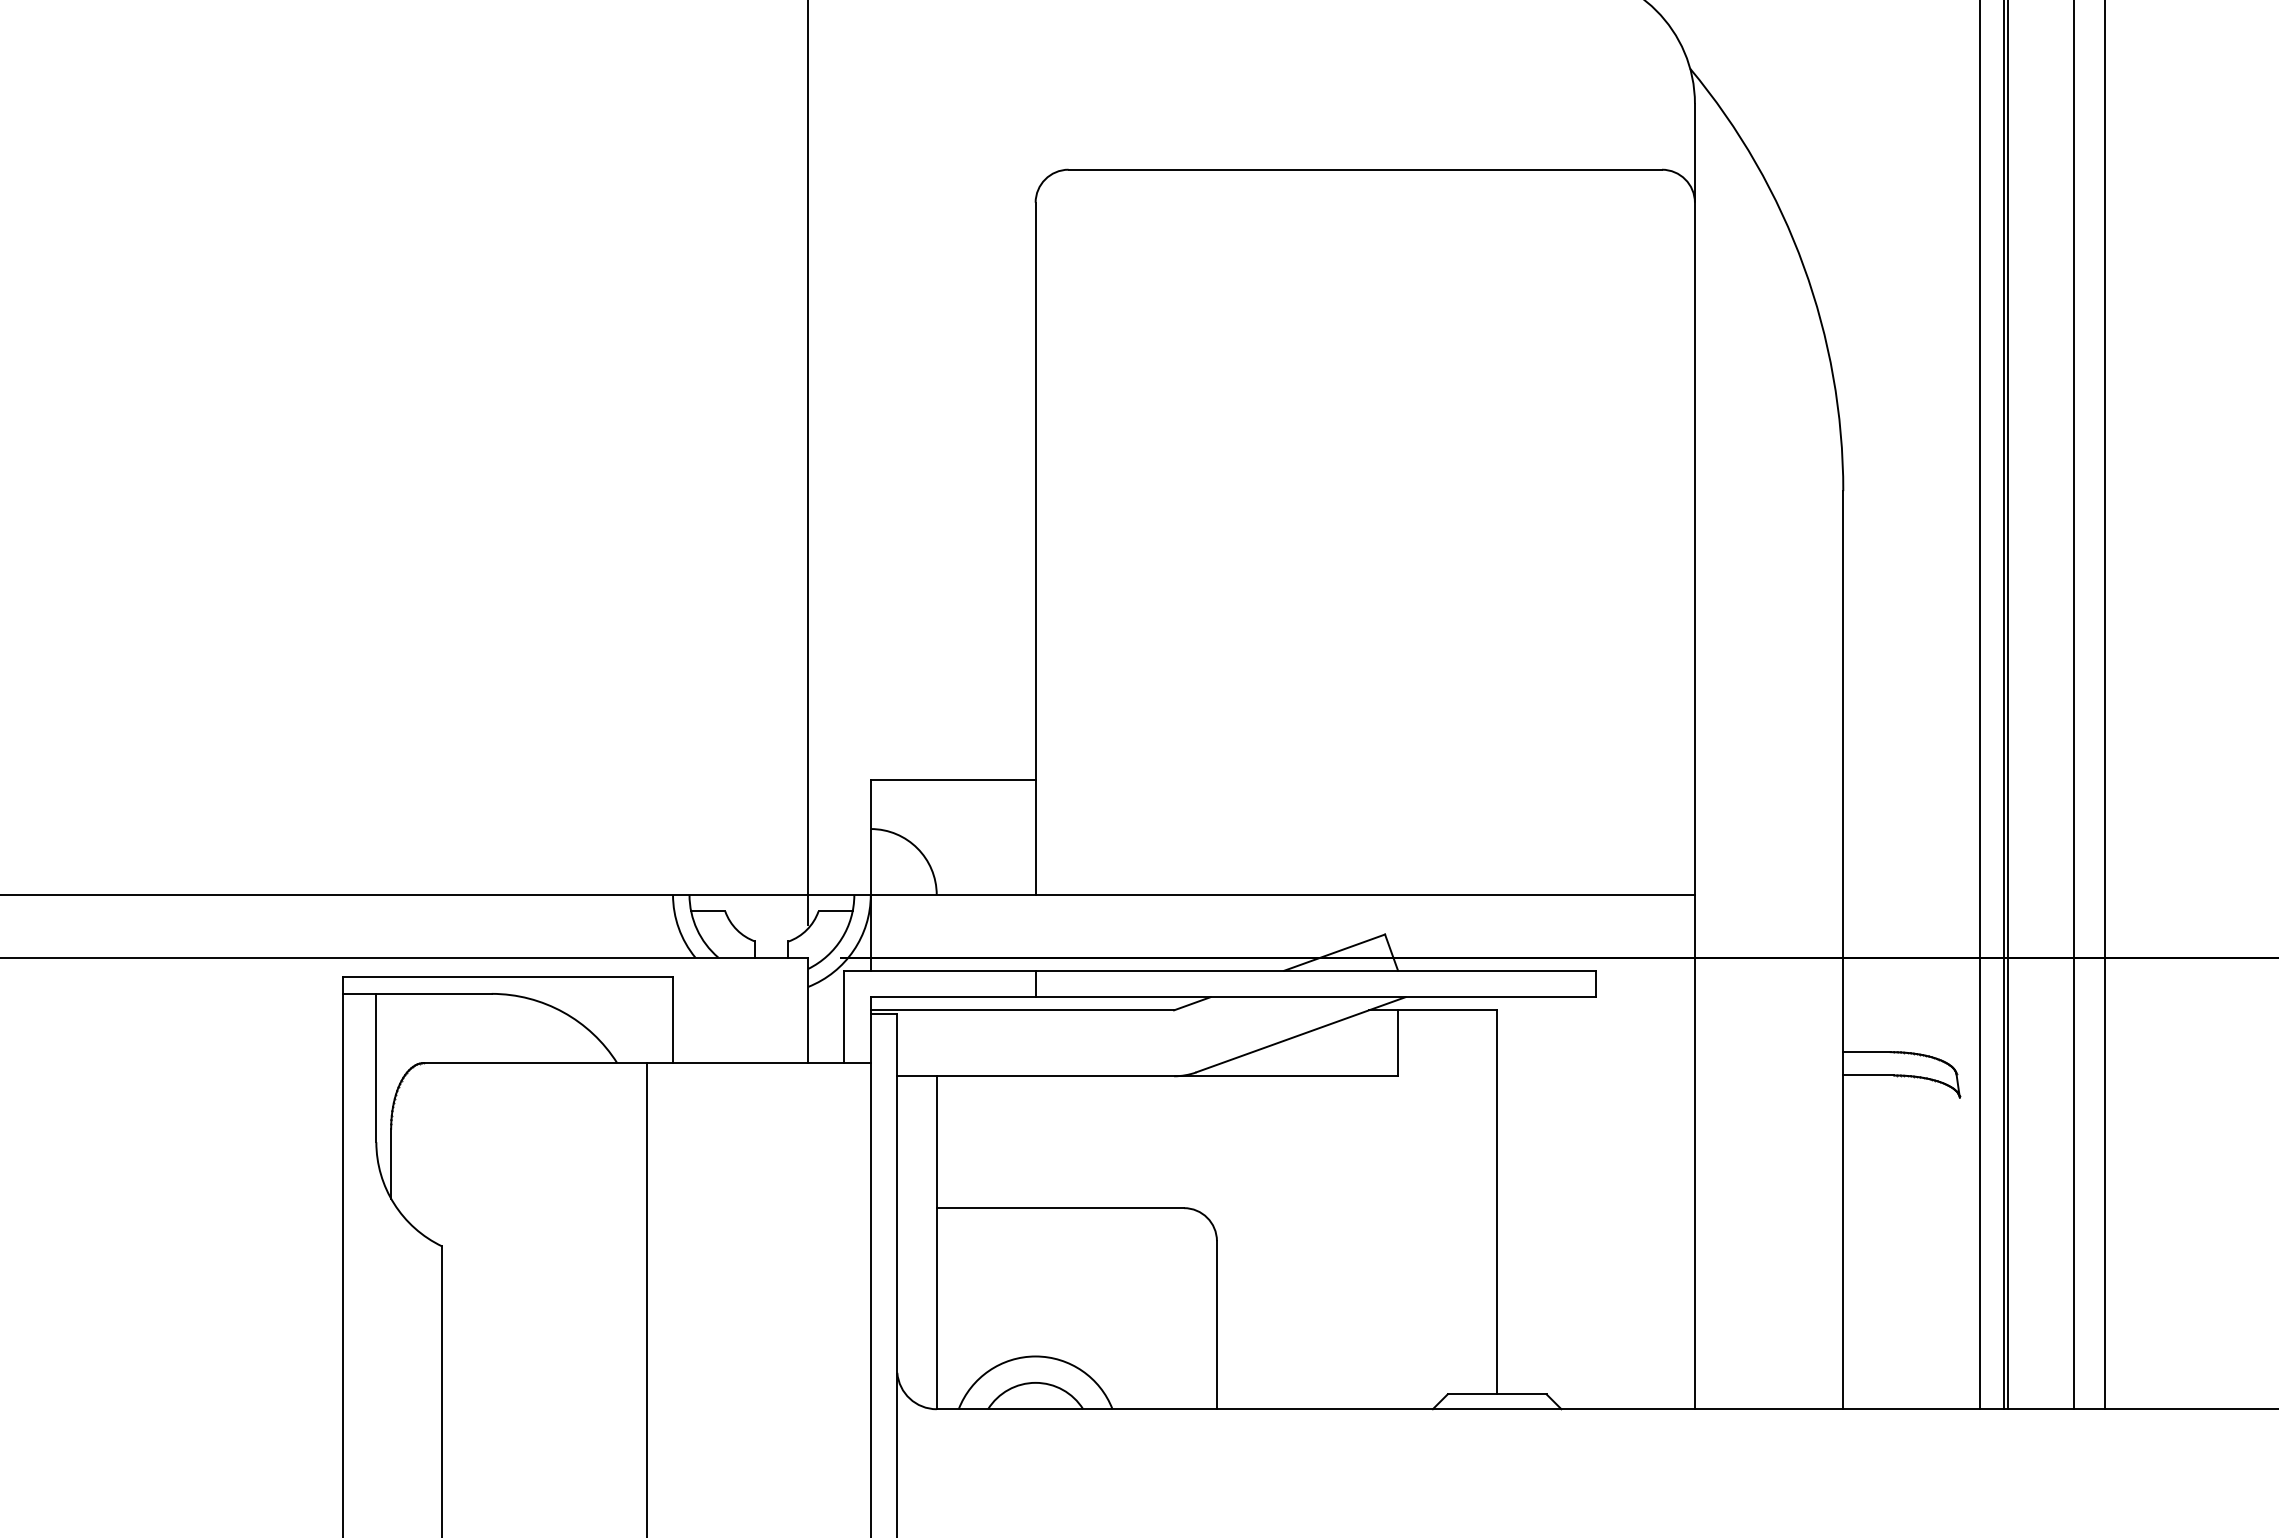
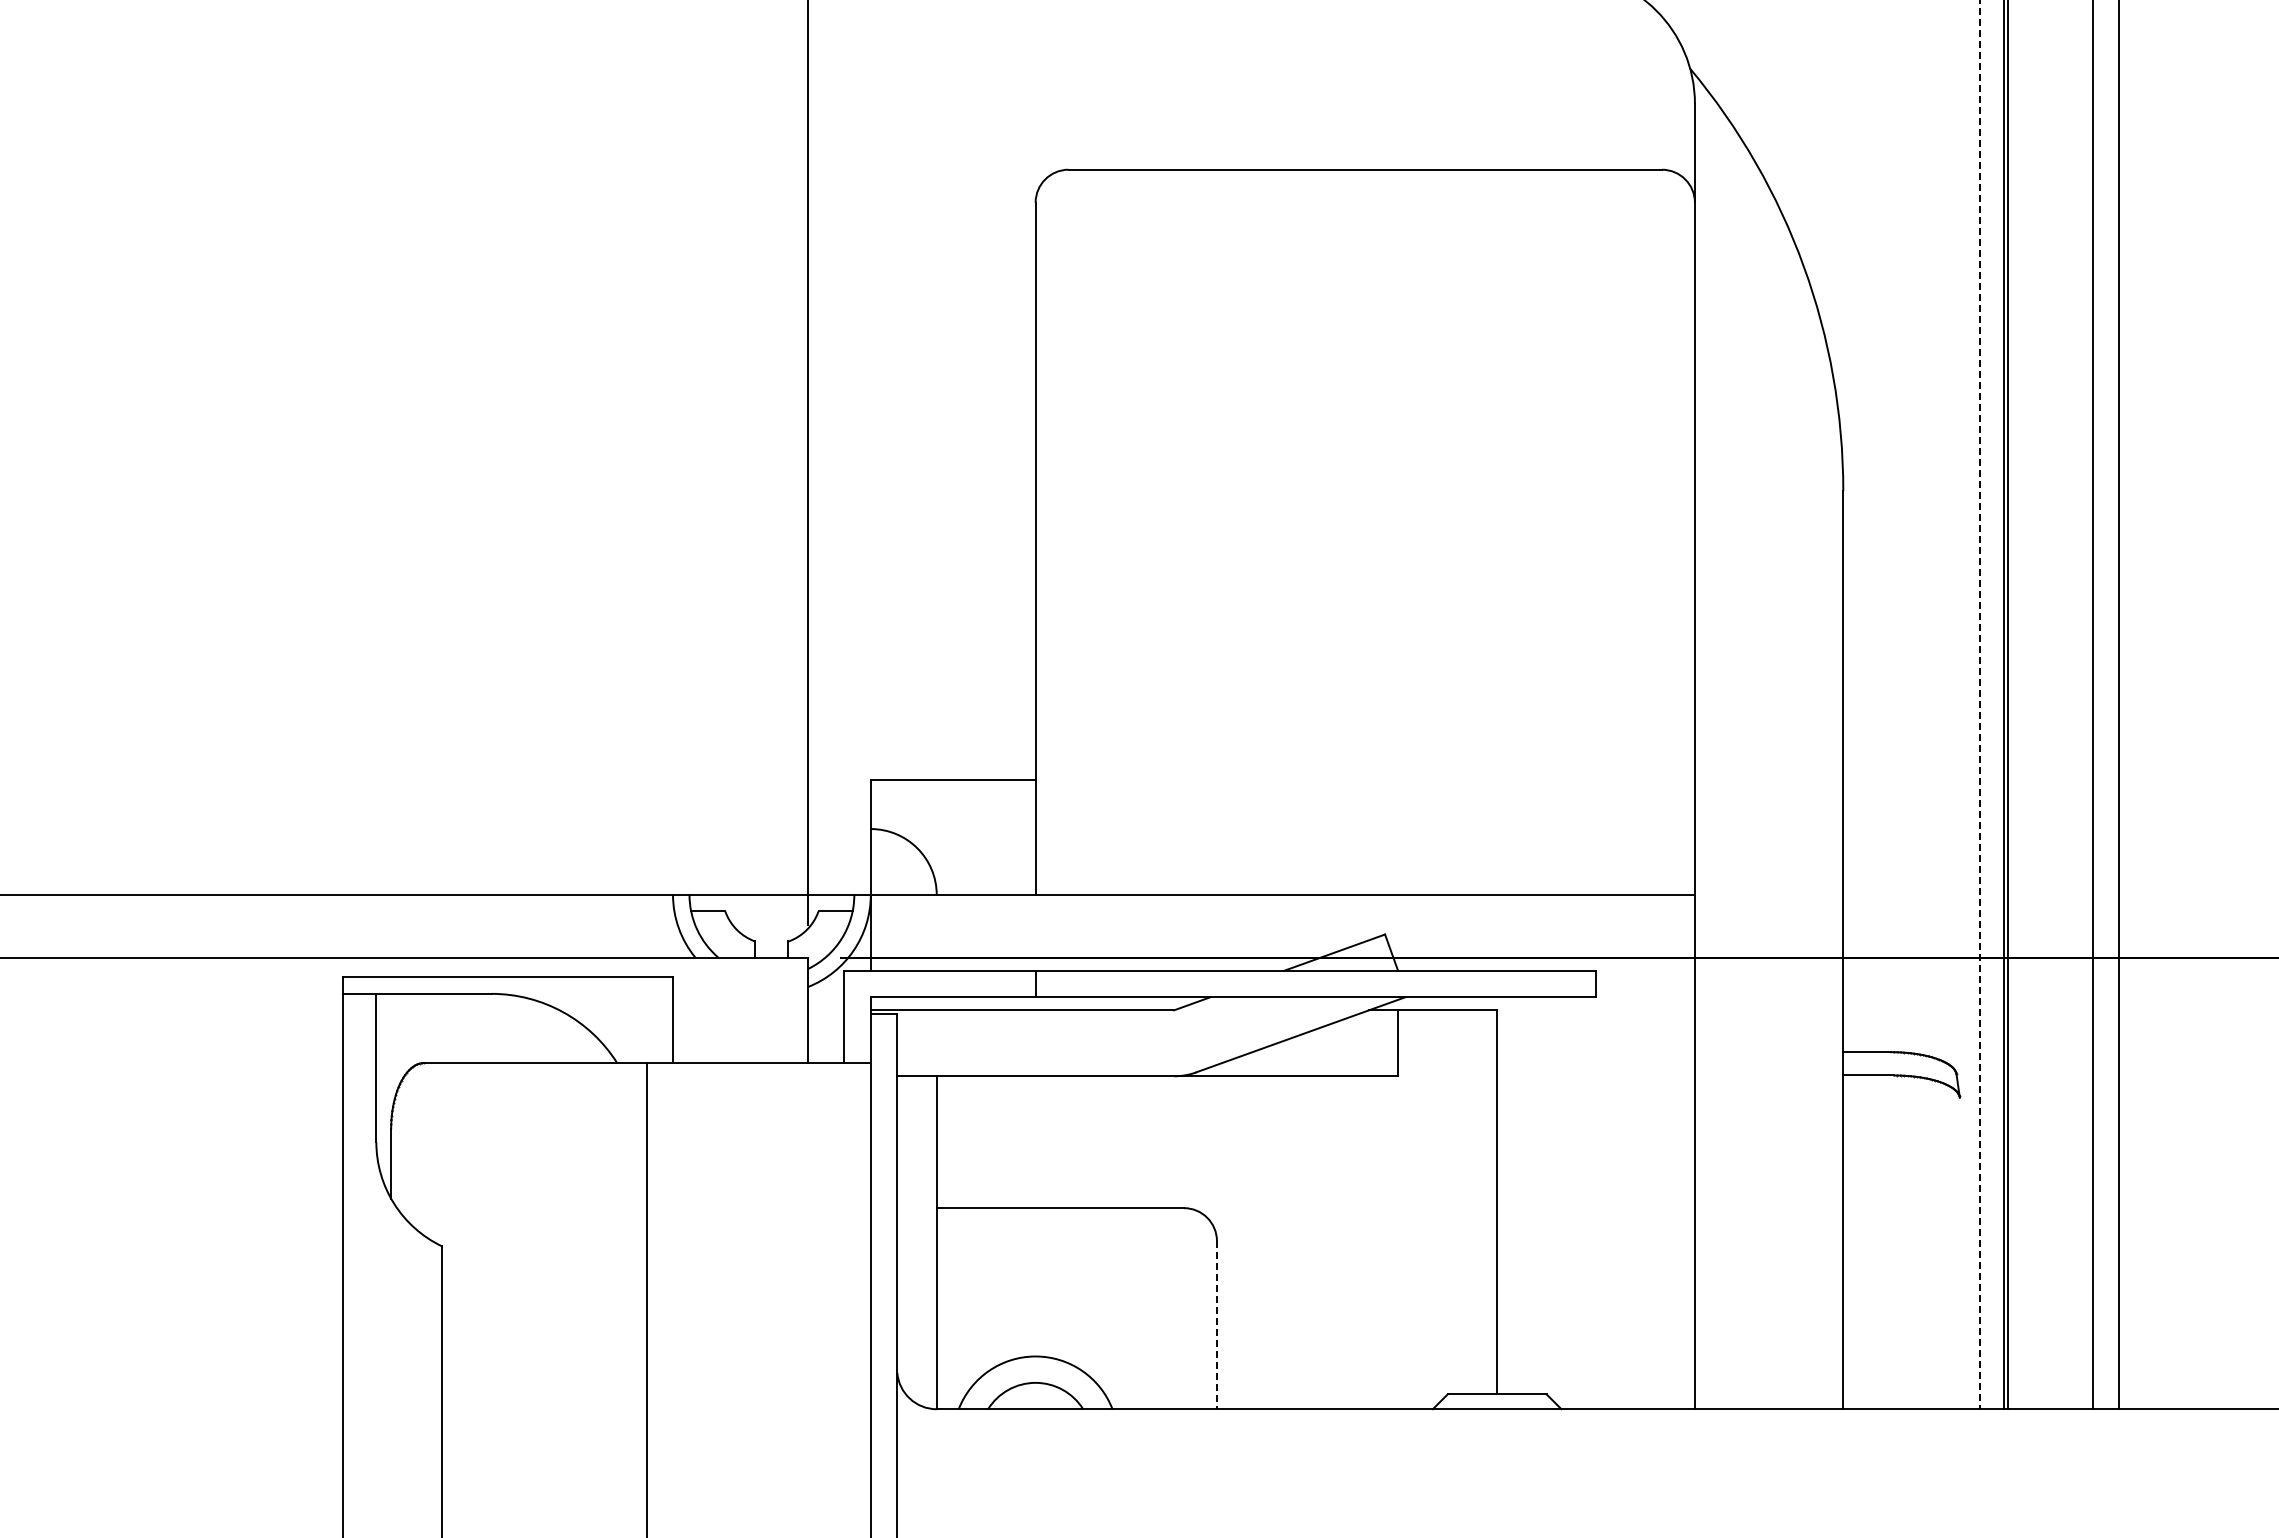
line at (1980, 705): solid -> dashed
line at (2074, 705) position: (2074, 705) -> (2093, 705)
line at (2105, 705) position: (2105, 705) -> (2119, 705)
line at (1216, 1325): solid -> dashed
